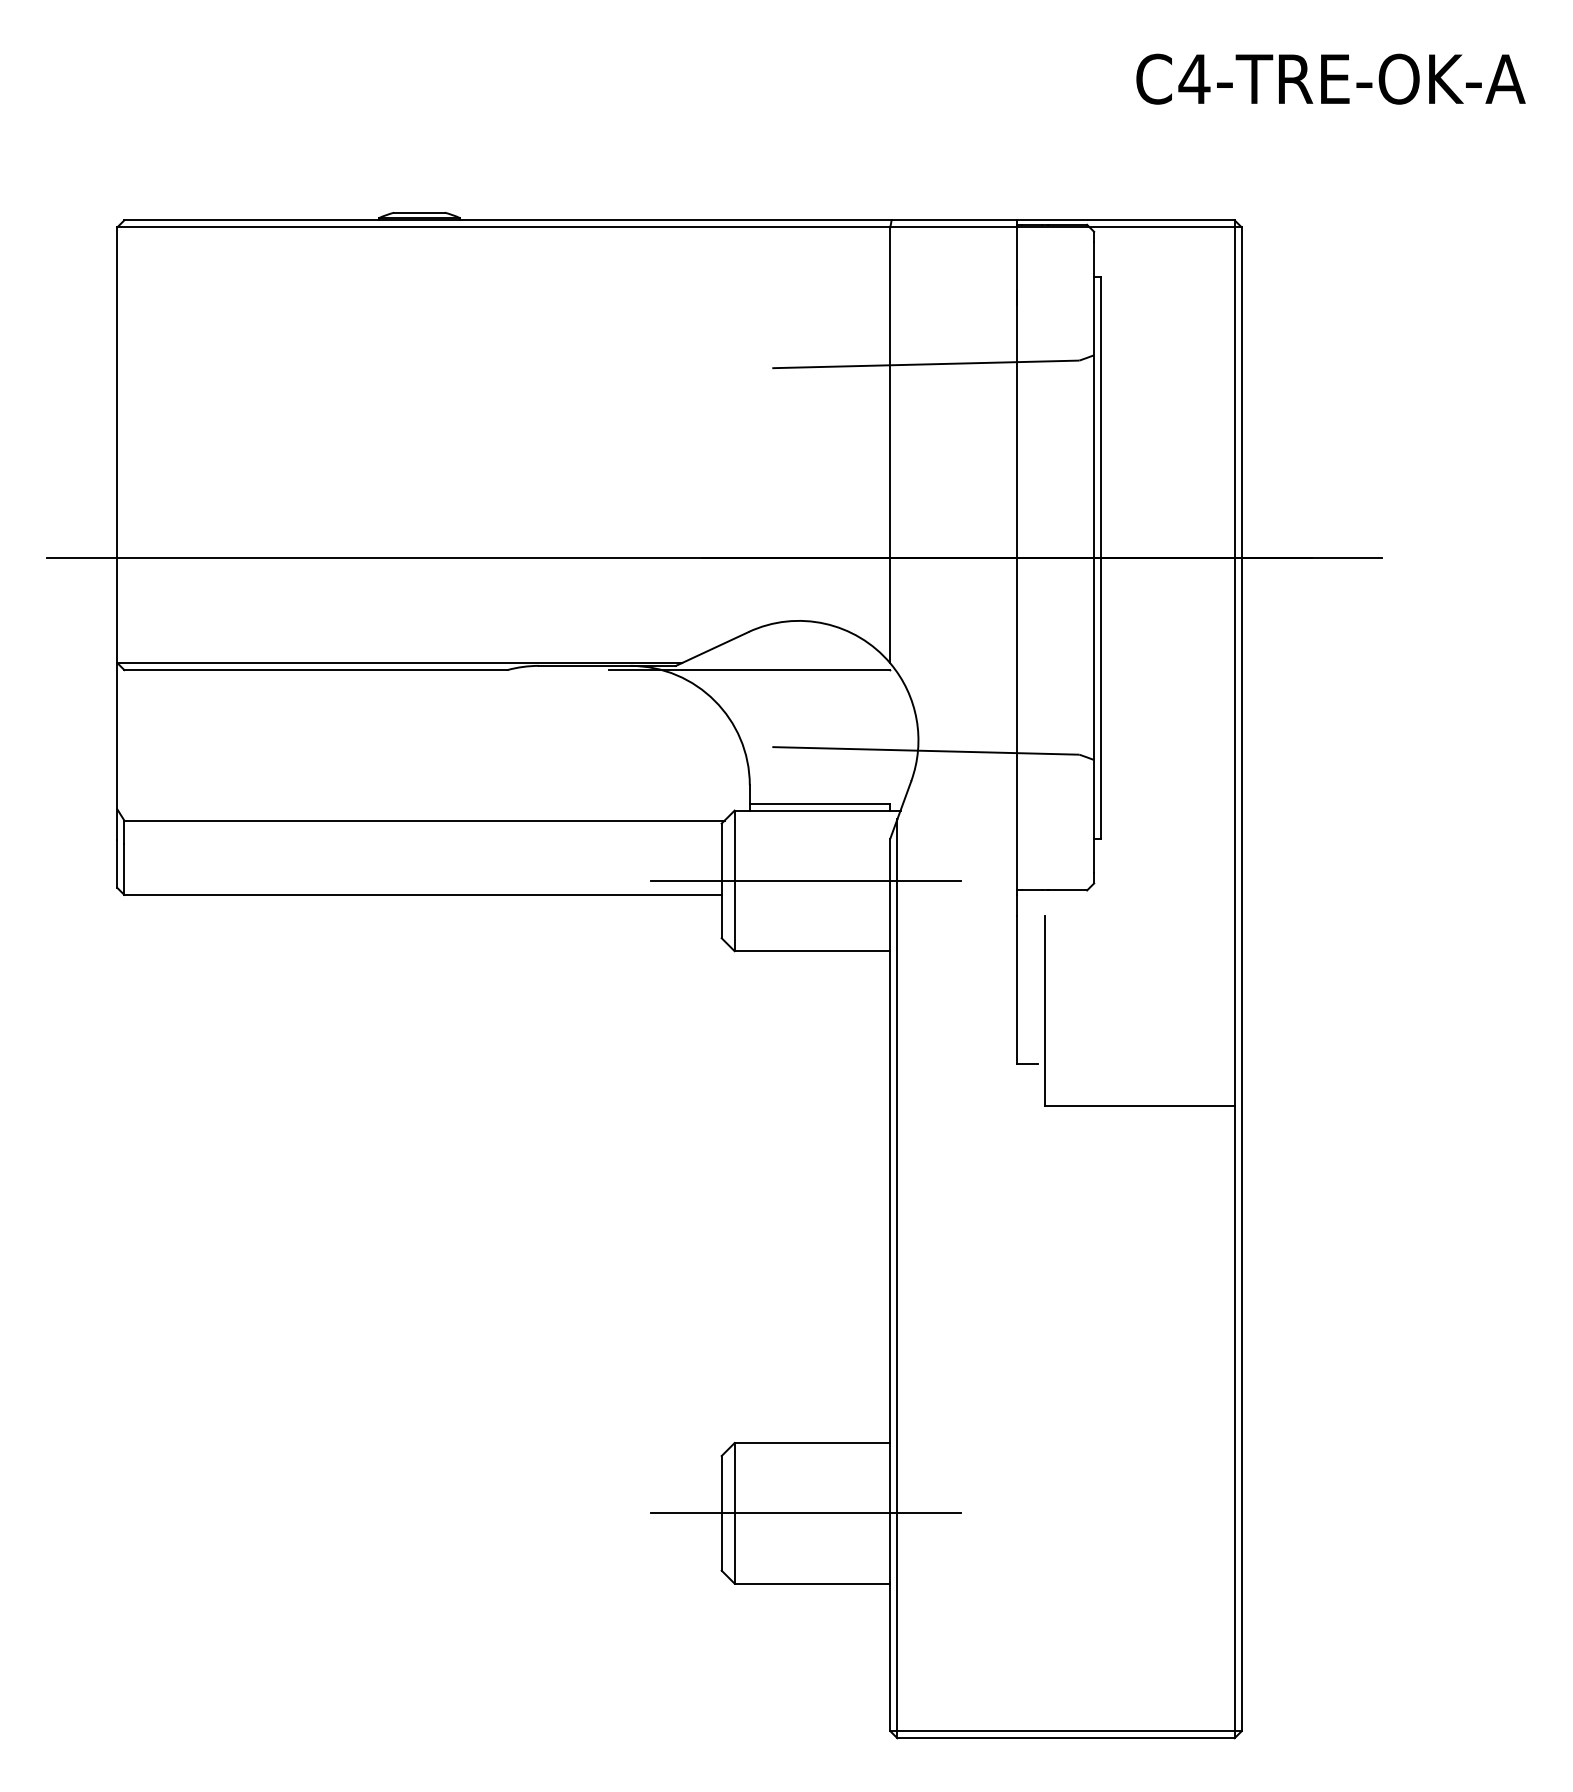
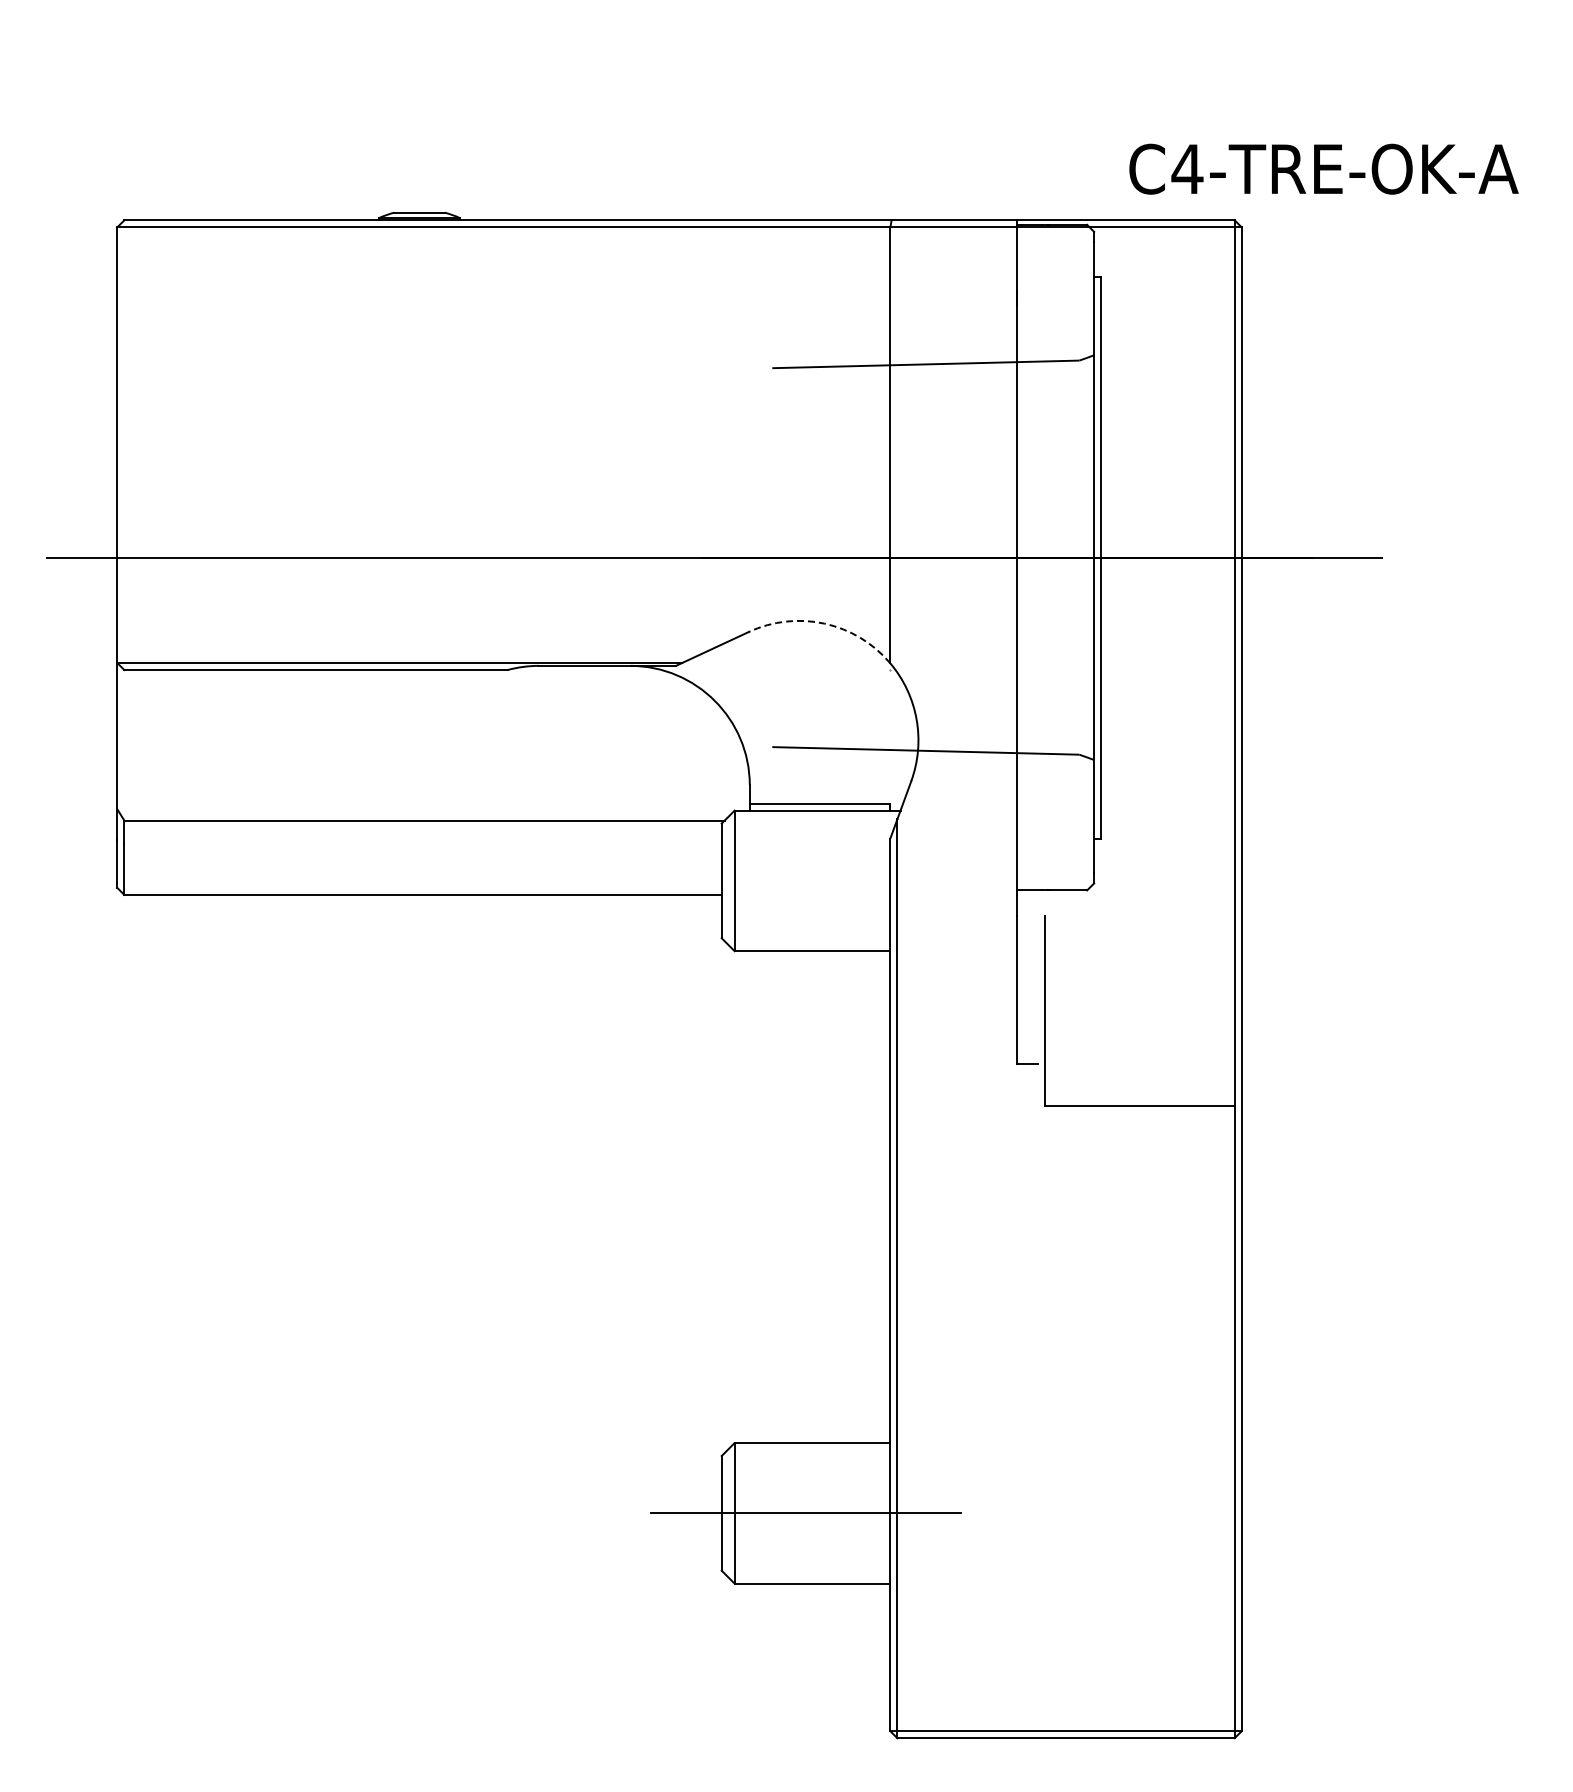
text at (1330, 78) position: (1330, 78) -> (1323, 168)
arc at (824, 623): solid -> dashed
line at (749, 670): present -> none
line at (805, 880): present -> none
